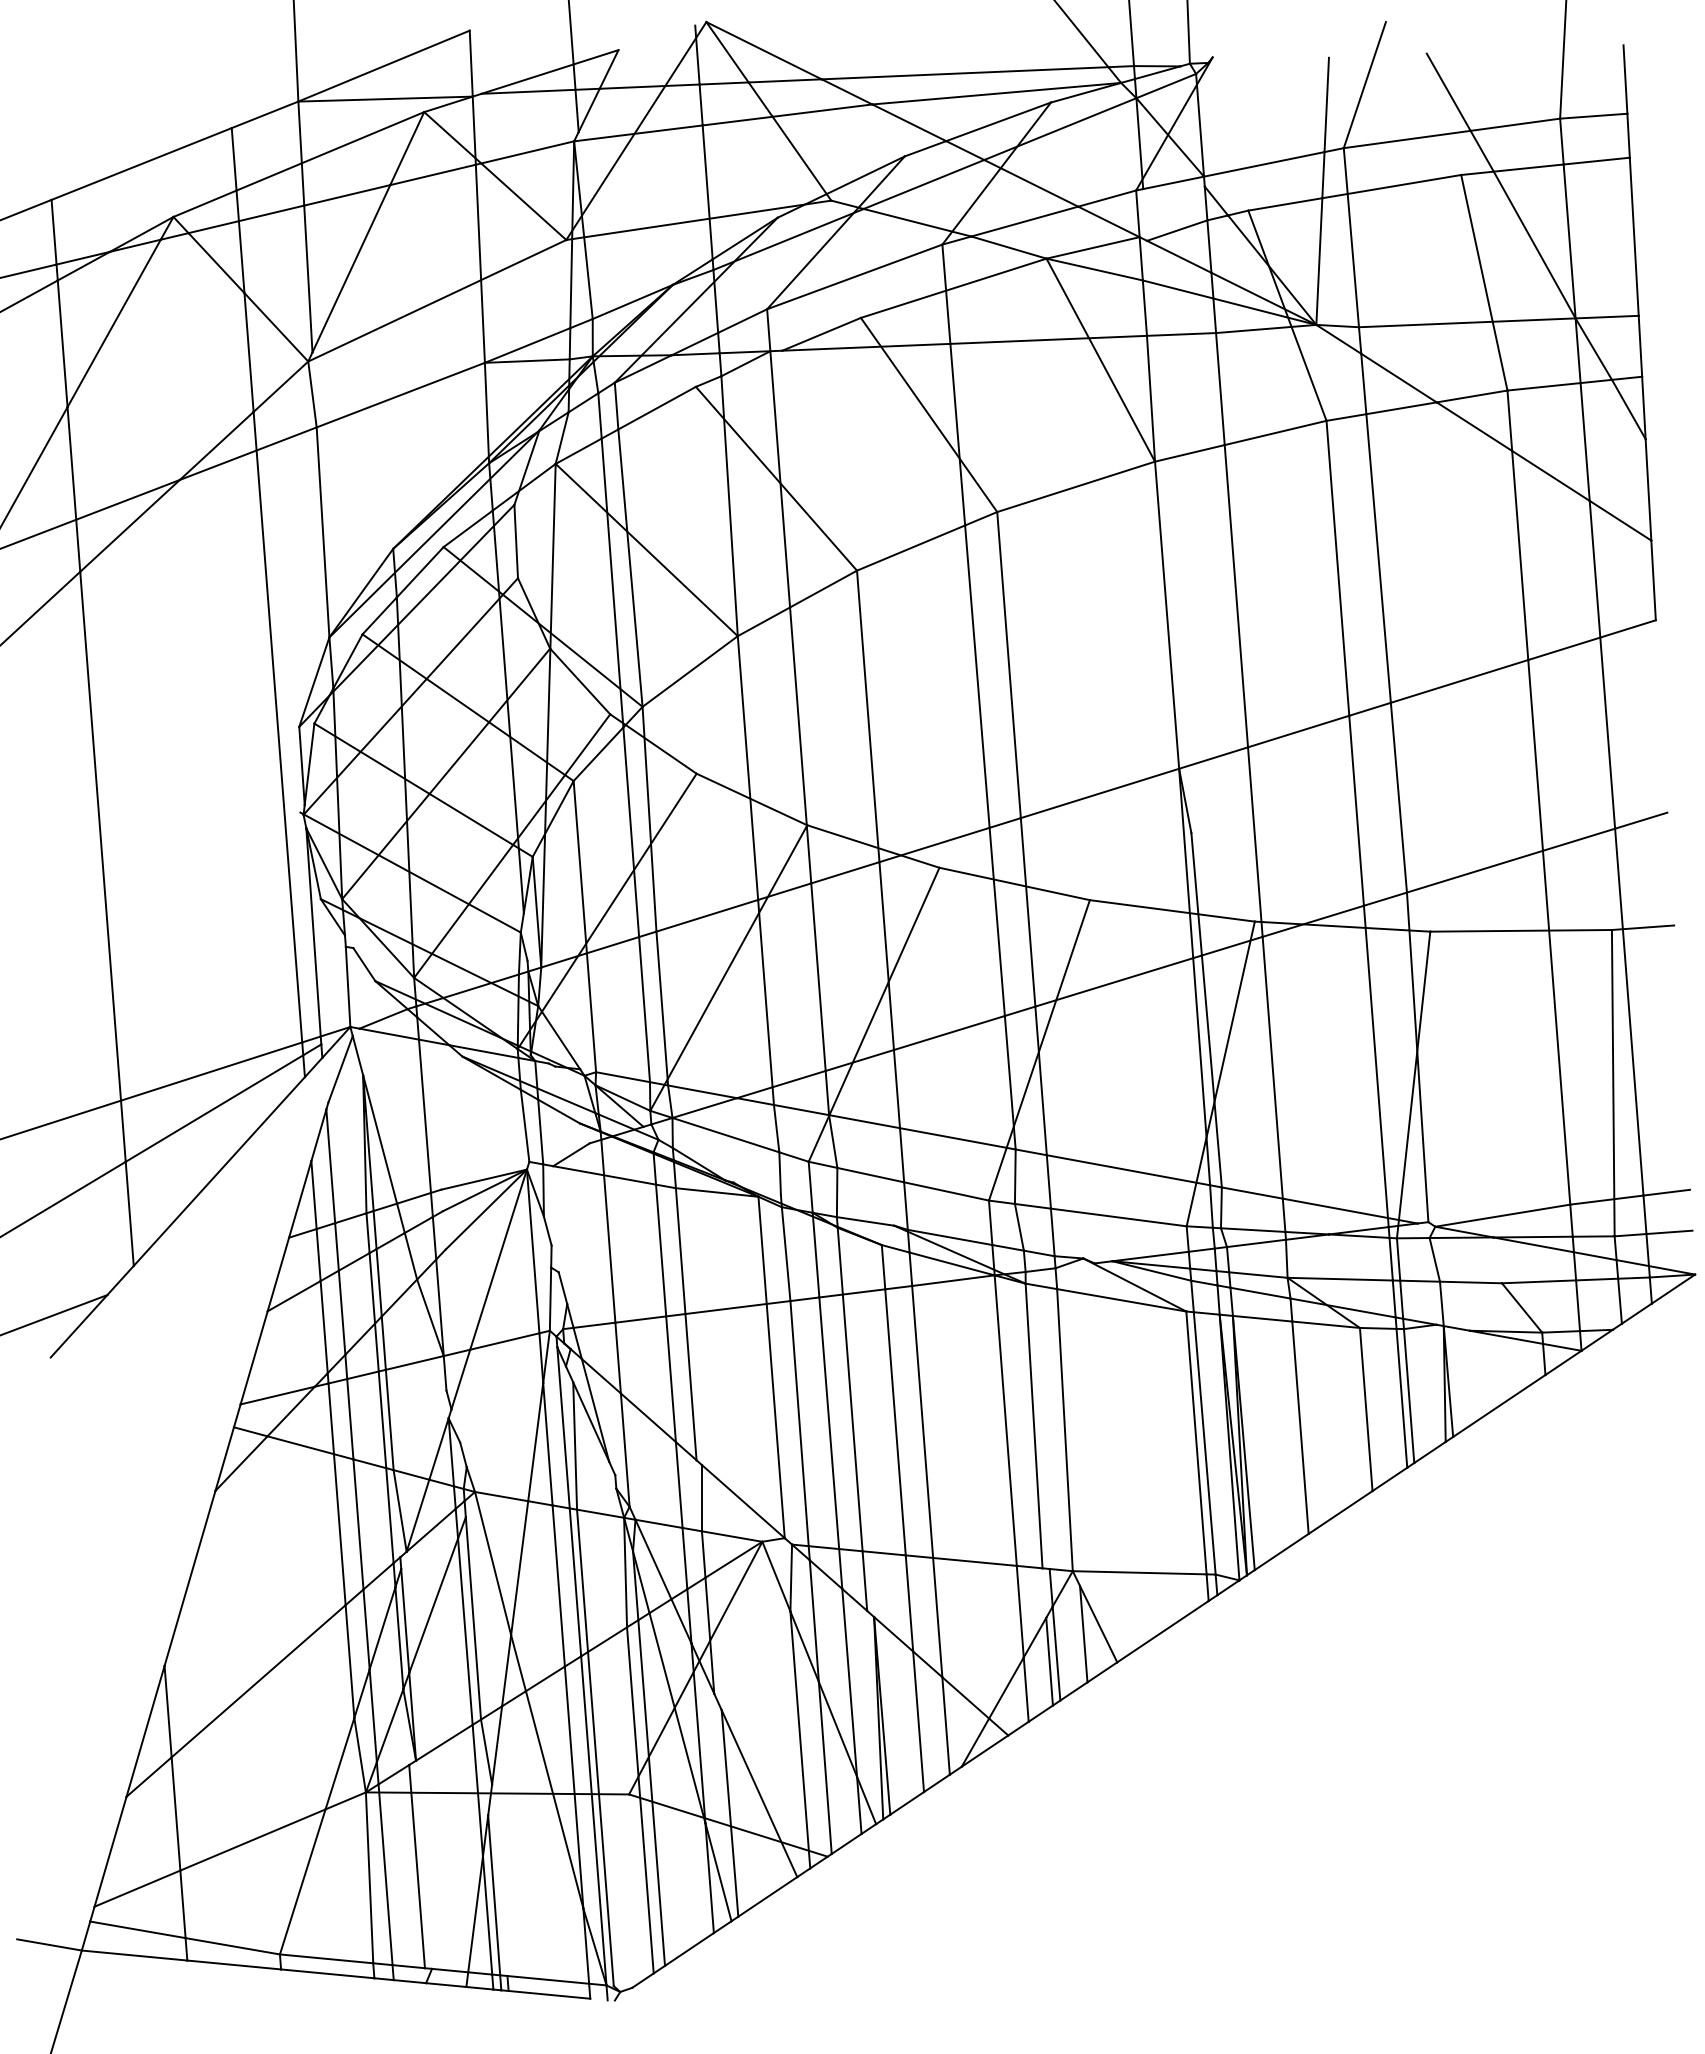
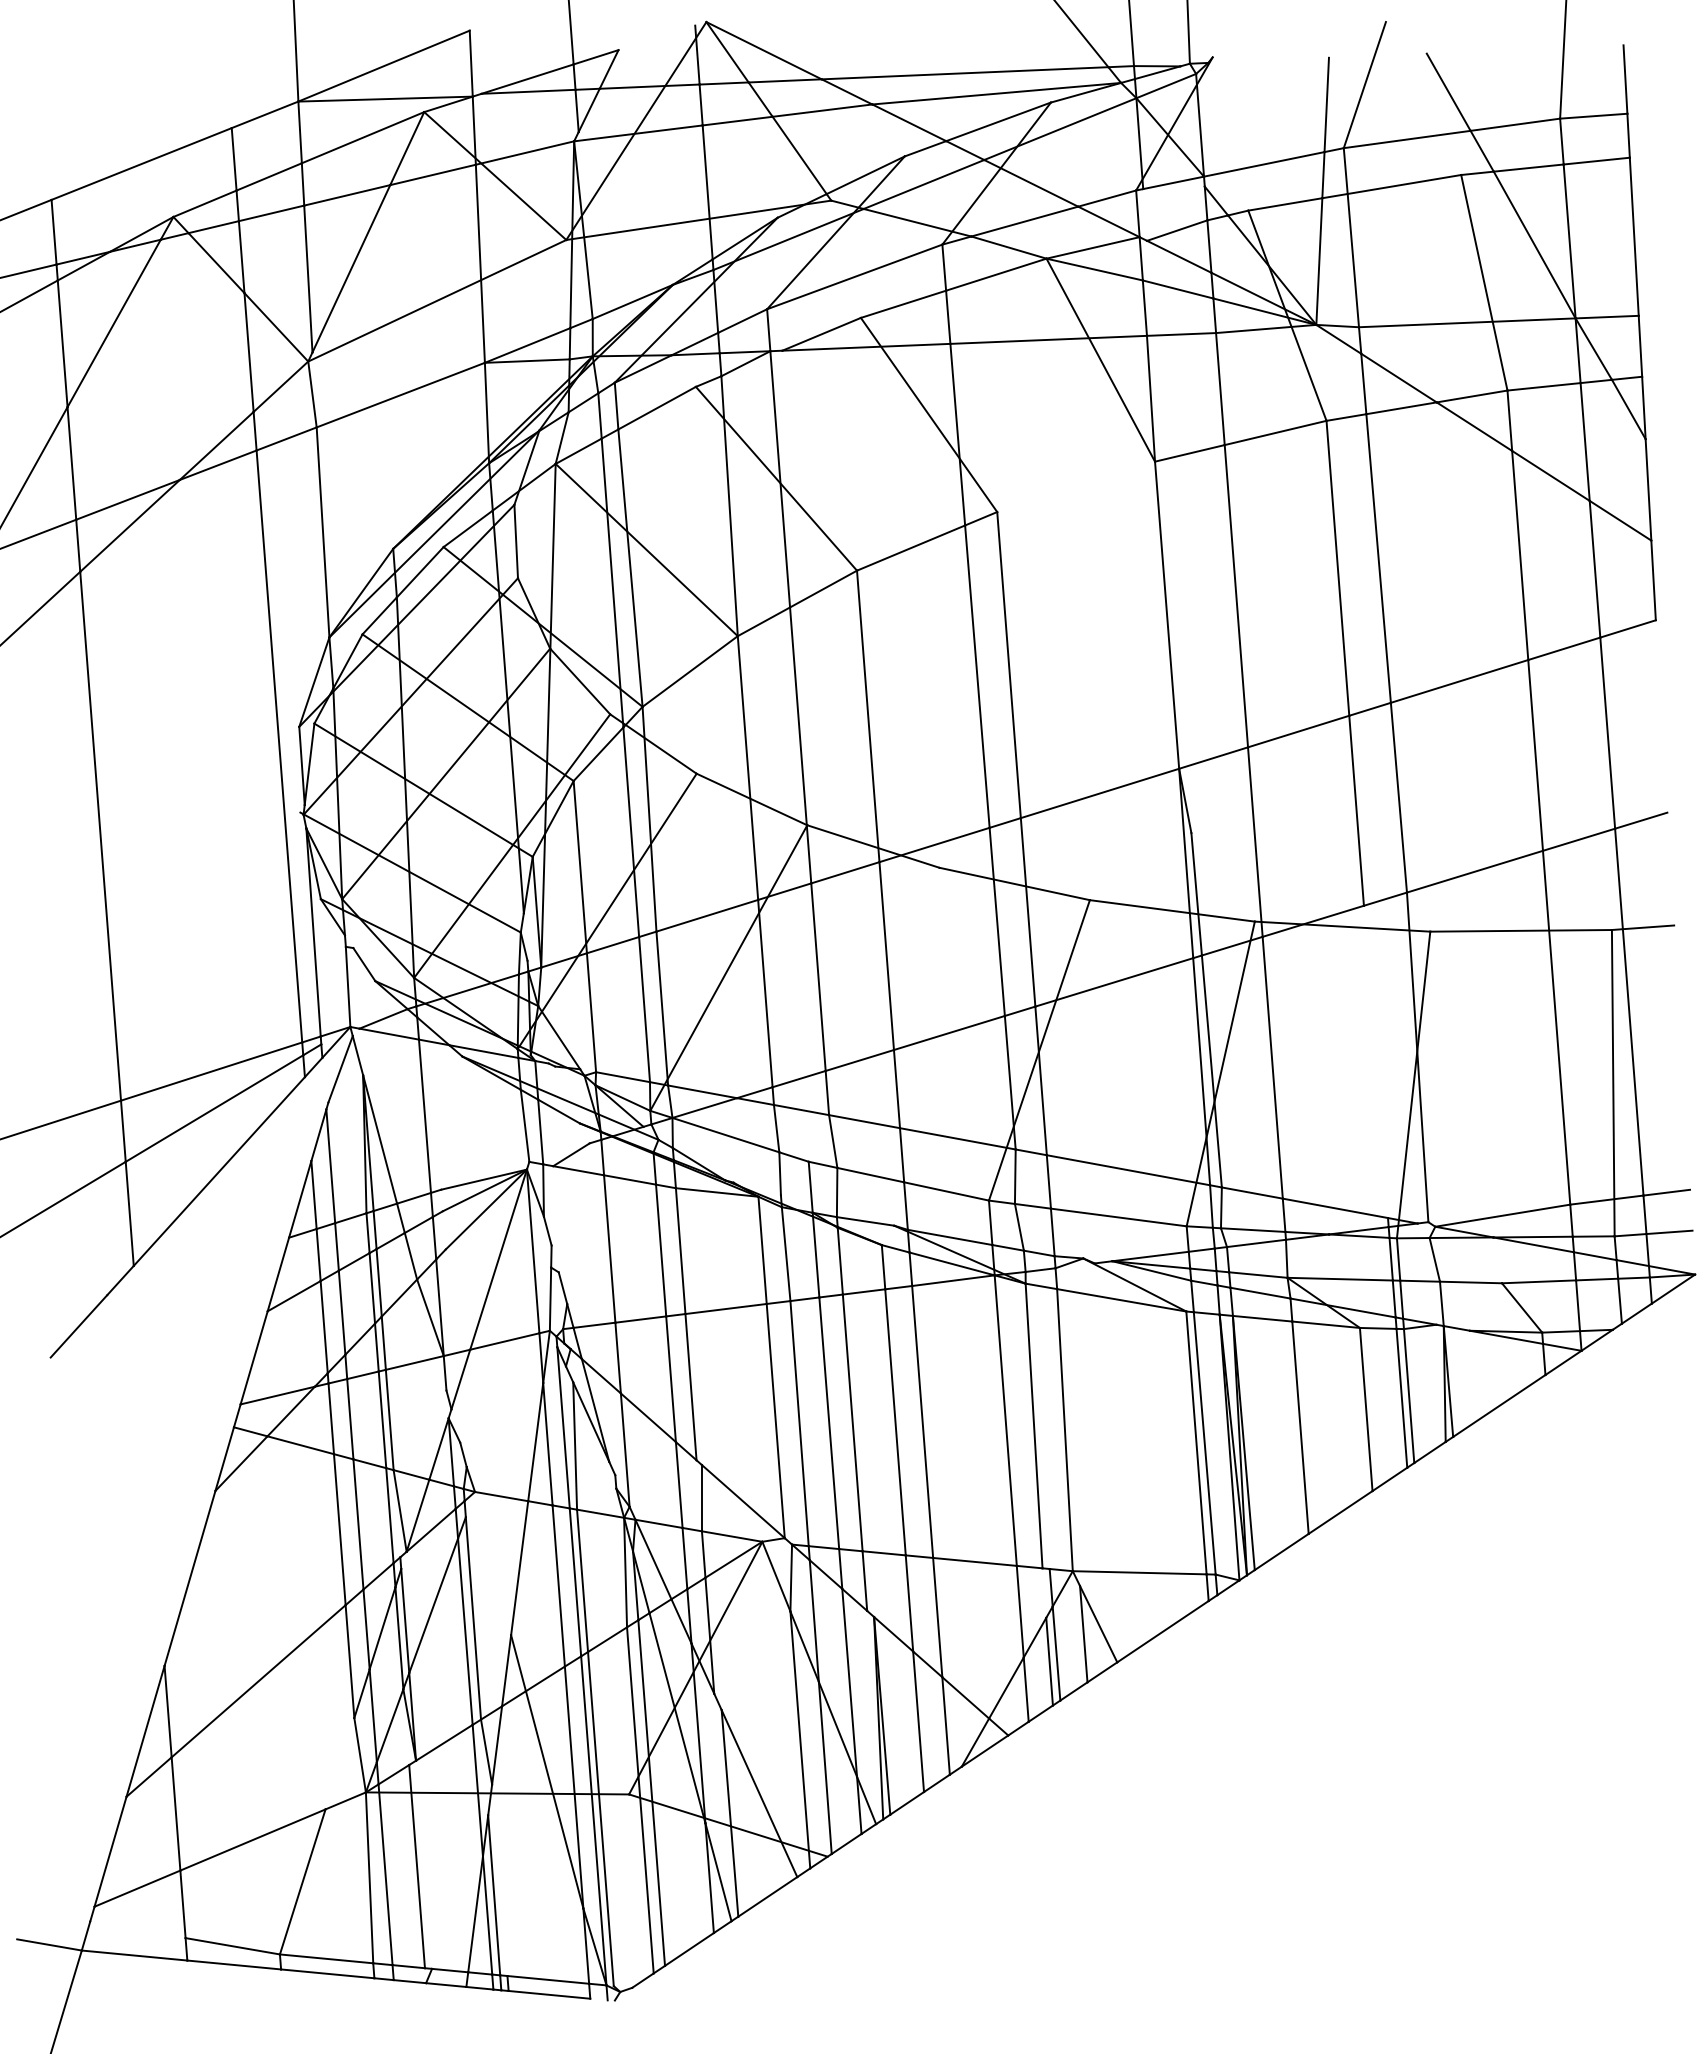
line at (1076, 486): present -> none
line at (873, 1014): present -> none
line at (1375, 1061): present -> none
line at (54, 1314): present -> none
line at (493, 1563): present -> none
line at (339, 1763): present -> none
line at (137, 1929): present -> none
